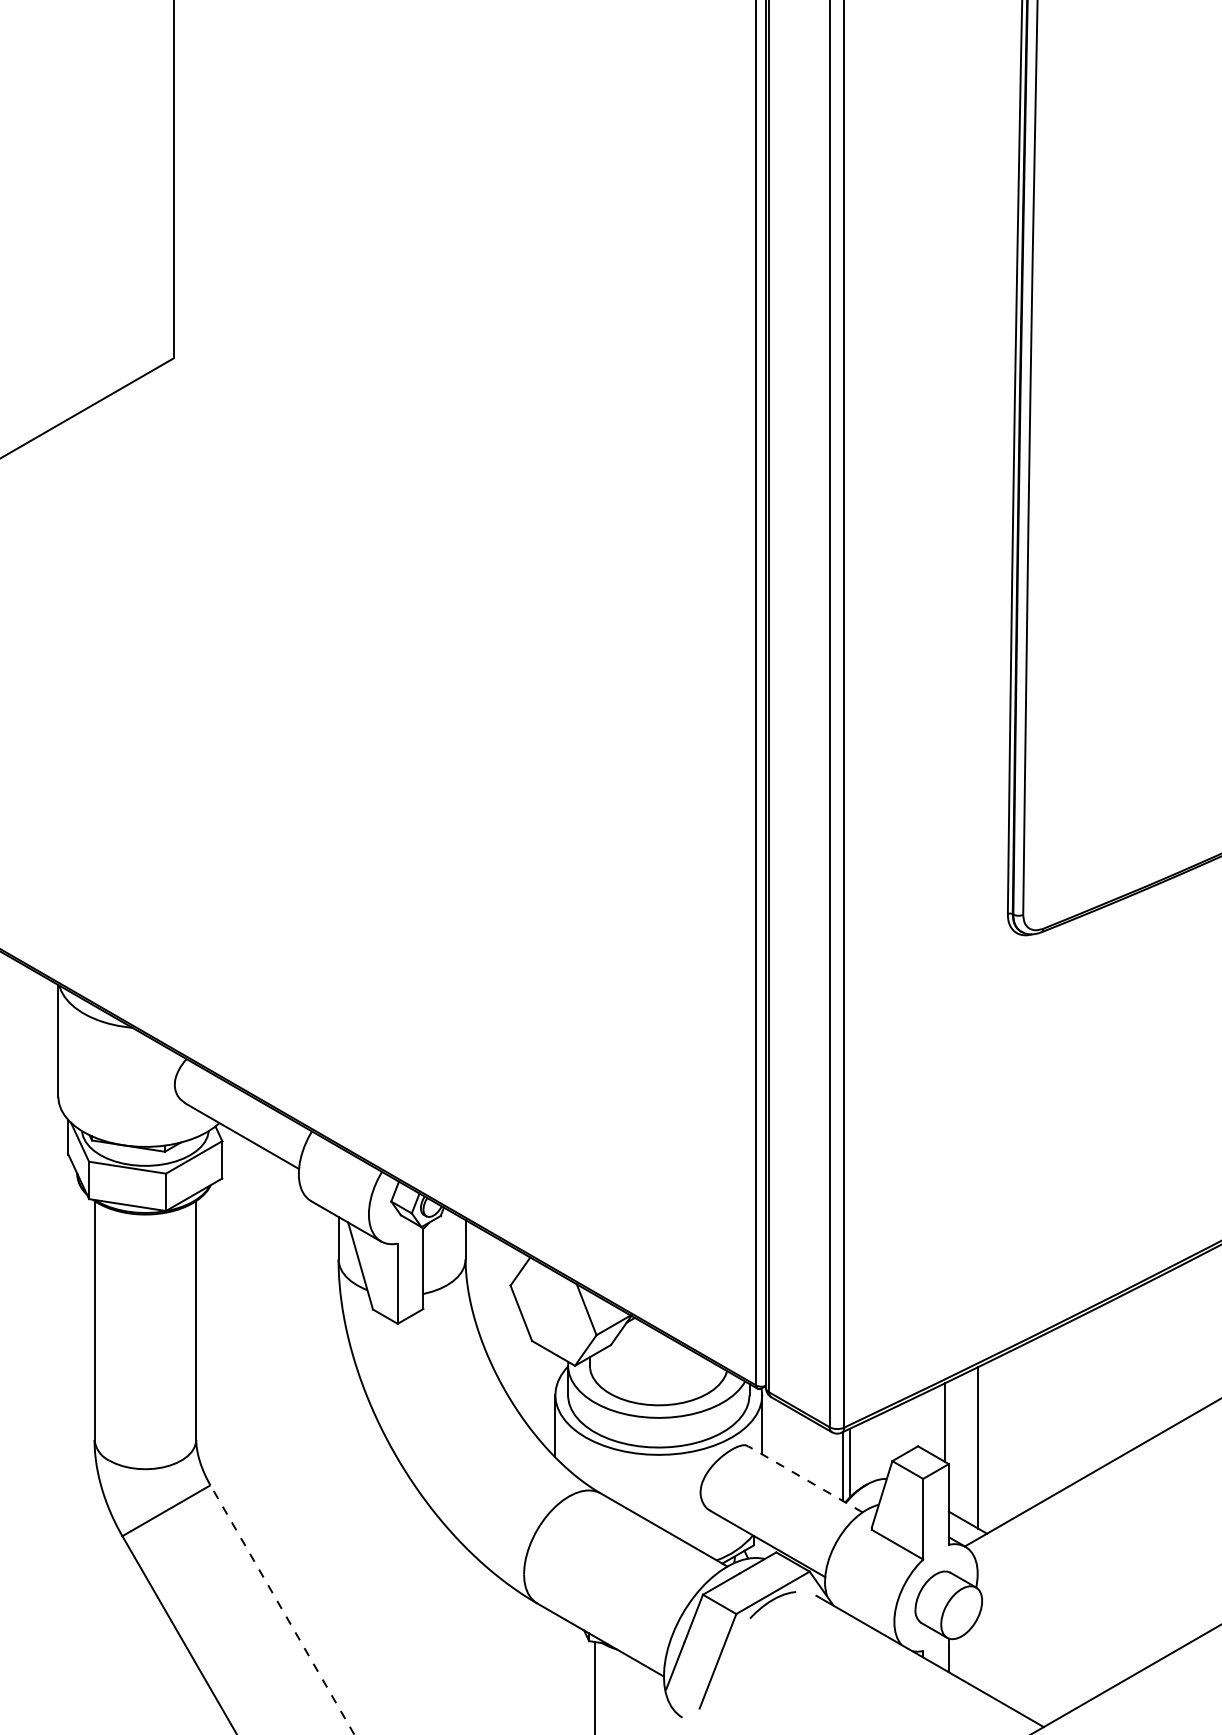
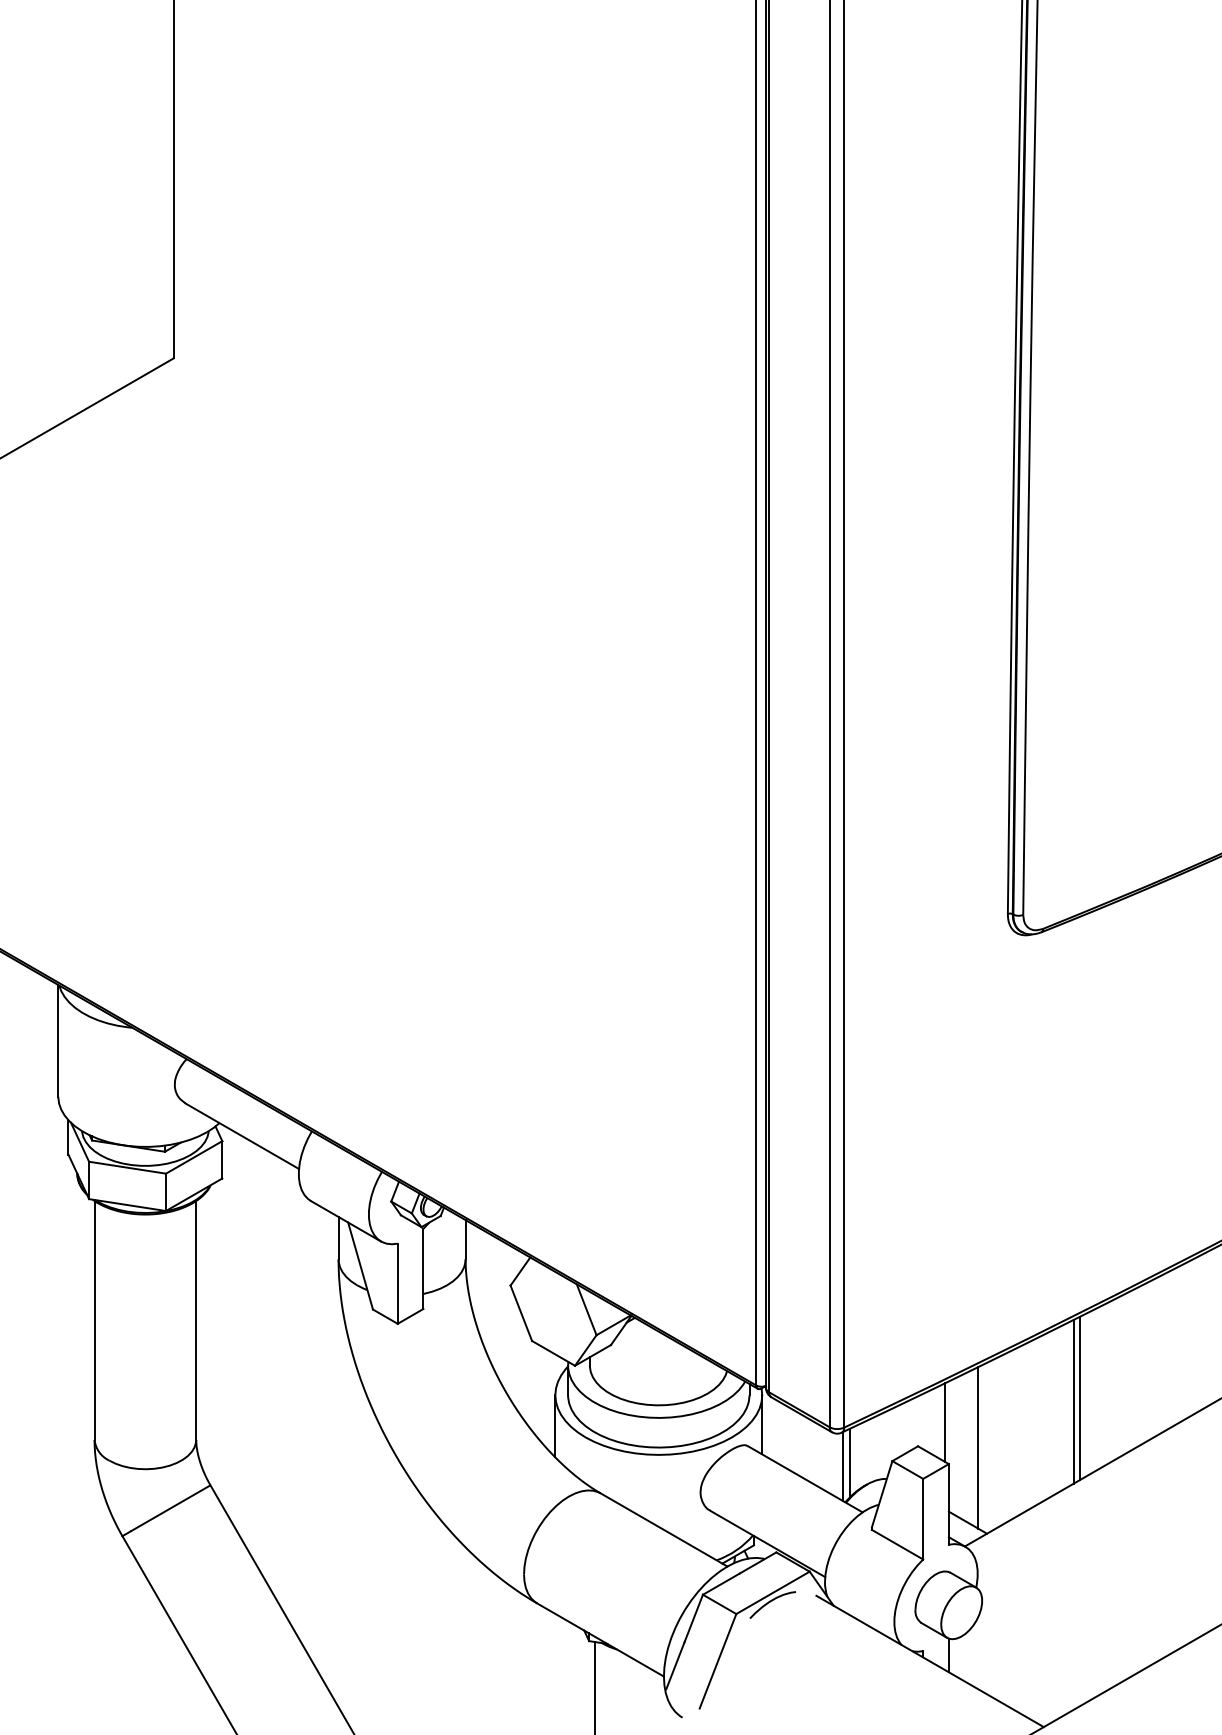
line at (1080, 1397): none -> present
line at (1073, 1401): none -> present
line at (804, 1479): dashed -> solid
line at (282, 1610): dashed -> solid
